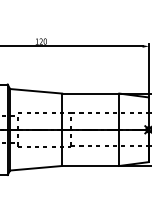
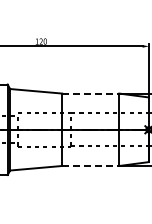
line at (90, 93): solid -> dashed
line at (90, 165): solid -> dashed
